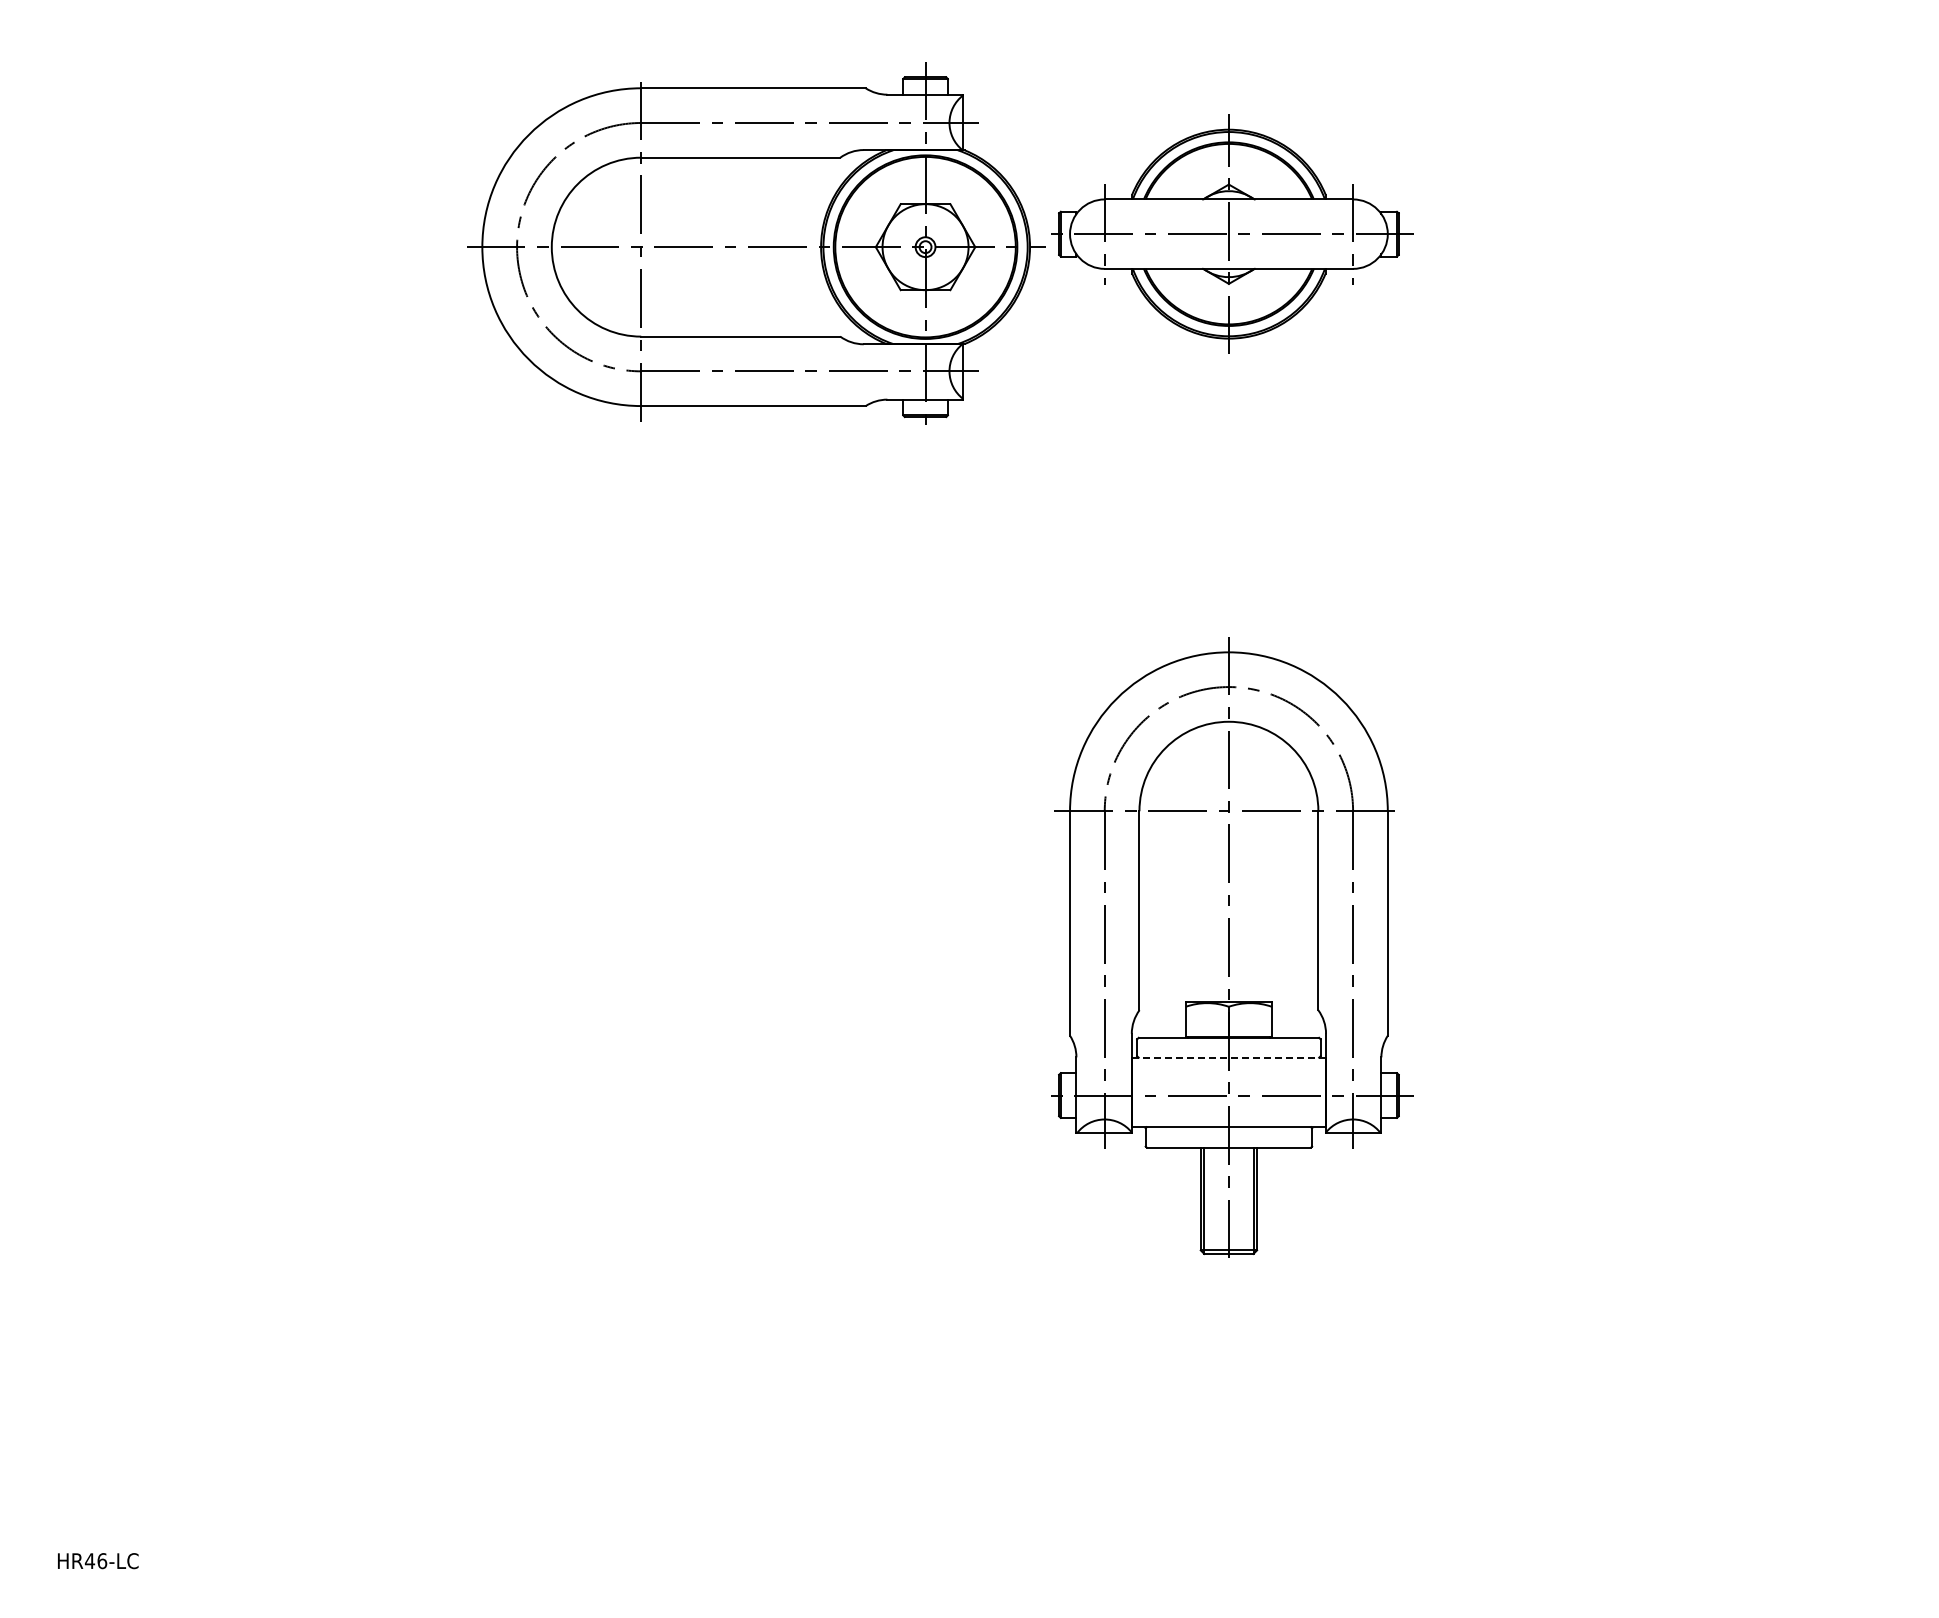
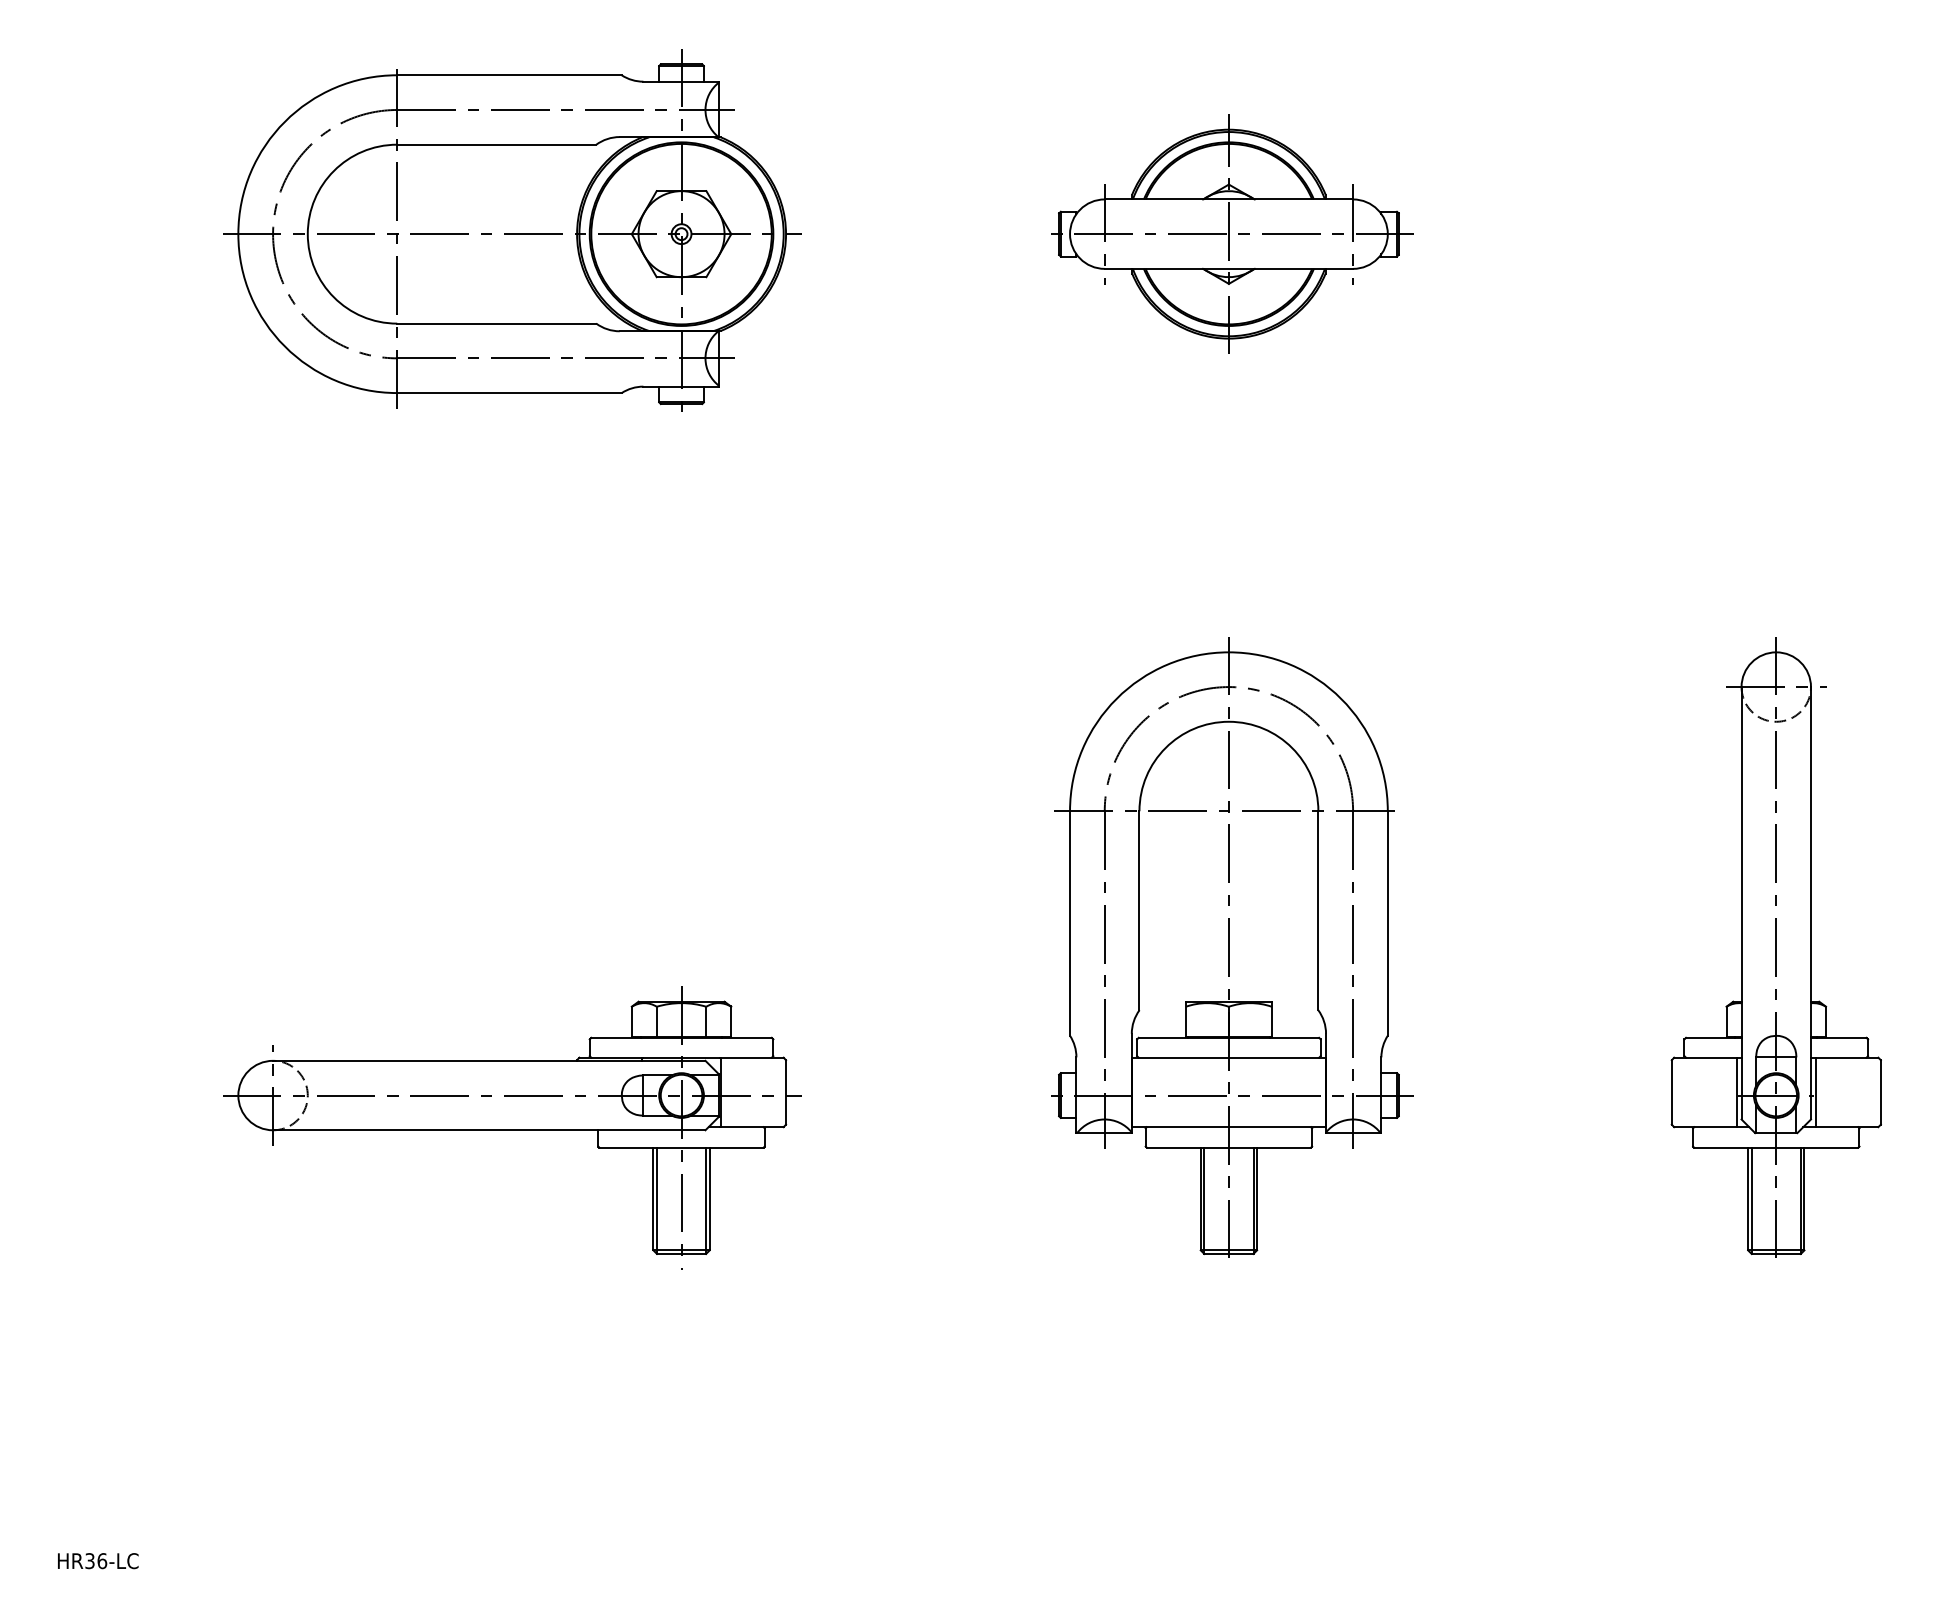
part at (756, 243) position: (756, 243) -> (512, 230)
part at (1775, 947): none -> present
line at (1228, 1057): dashed -> solid
part at (512, 1127): none -> present
text at (89, 1561): HR46-LC -> HR36-LC
